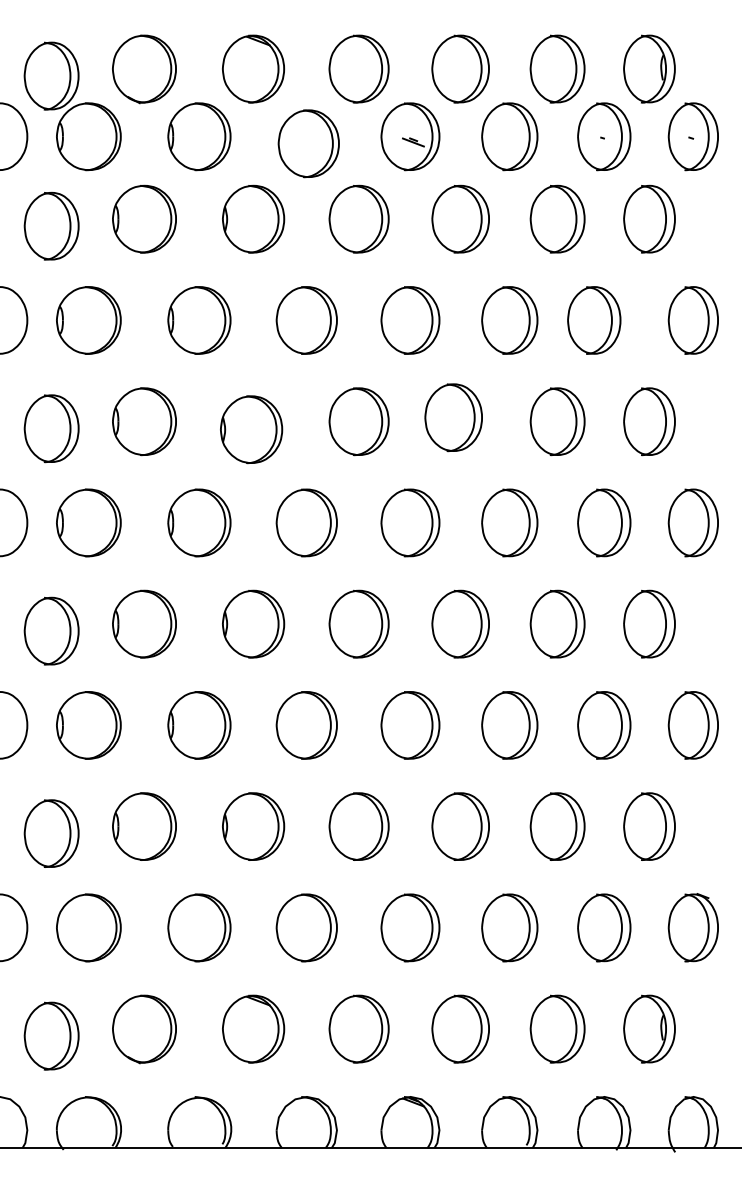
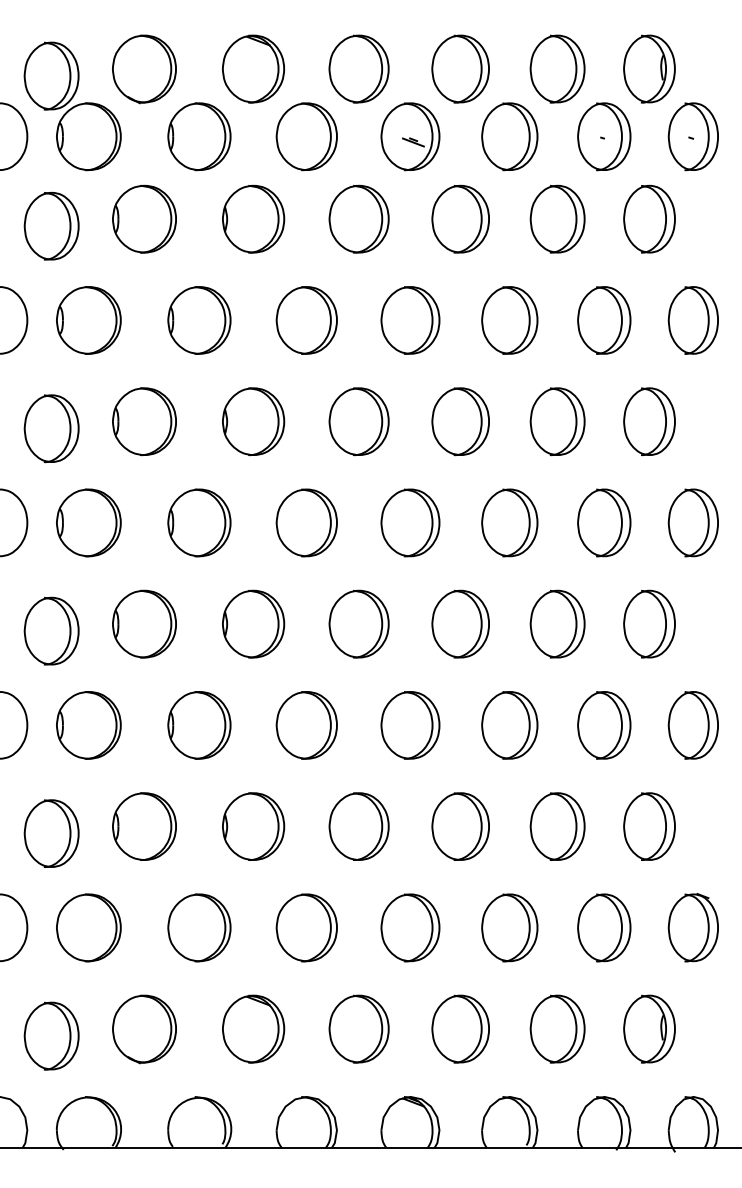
part at (308, 143) position: (308, 143) -> (306, 136)
part at (594, 320) position: (594, 320) -> (604, 320)
part at (453, 417) position: (453, 417) -> (460, 421)
part at (251, 429) position: (251, 429) -> (253, 421)
